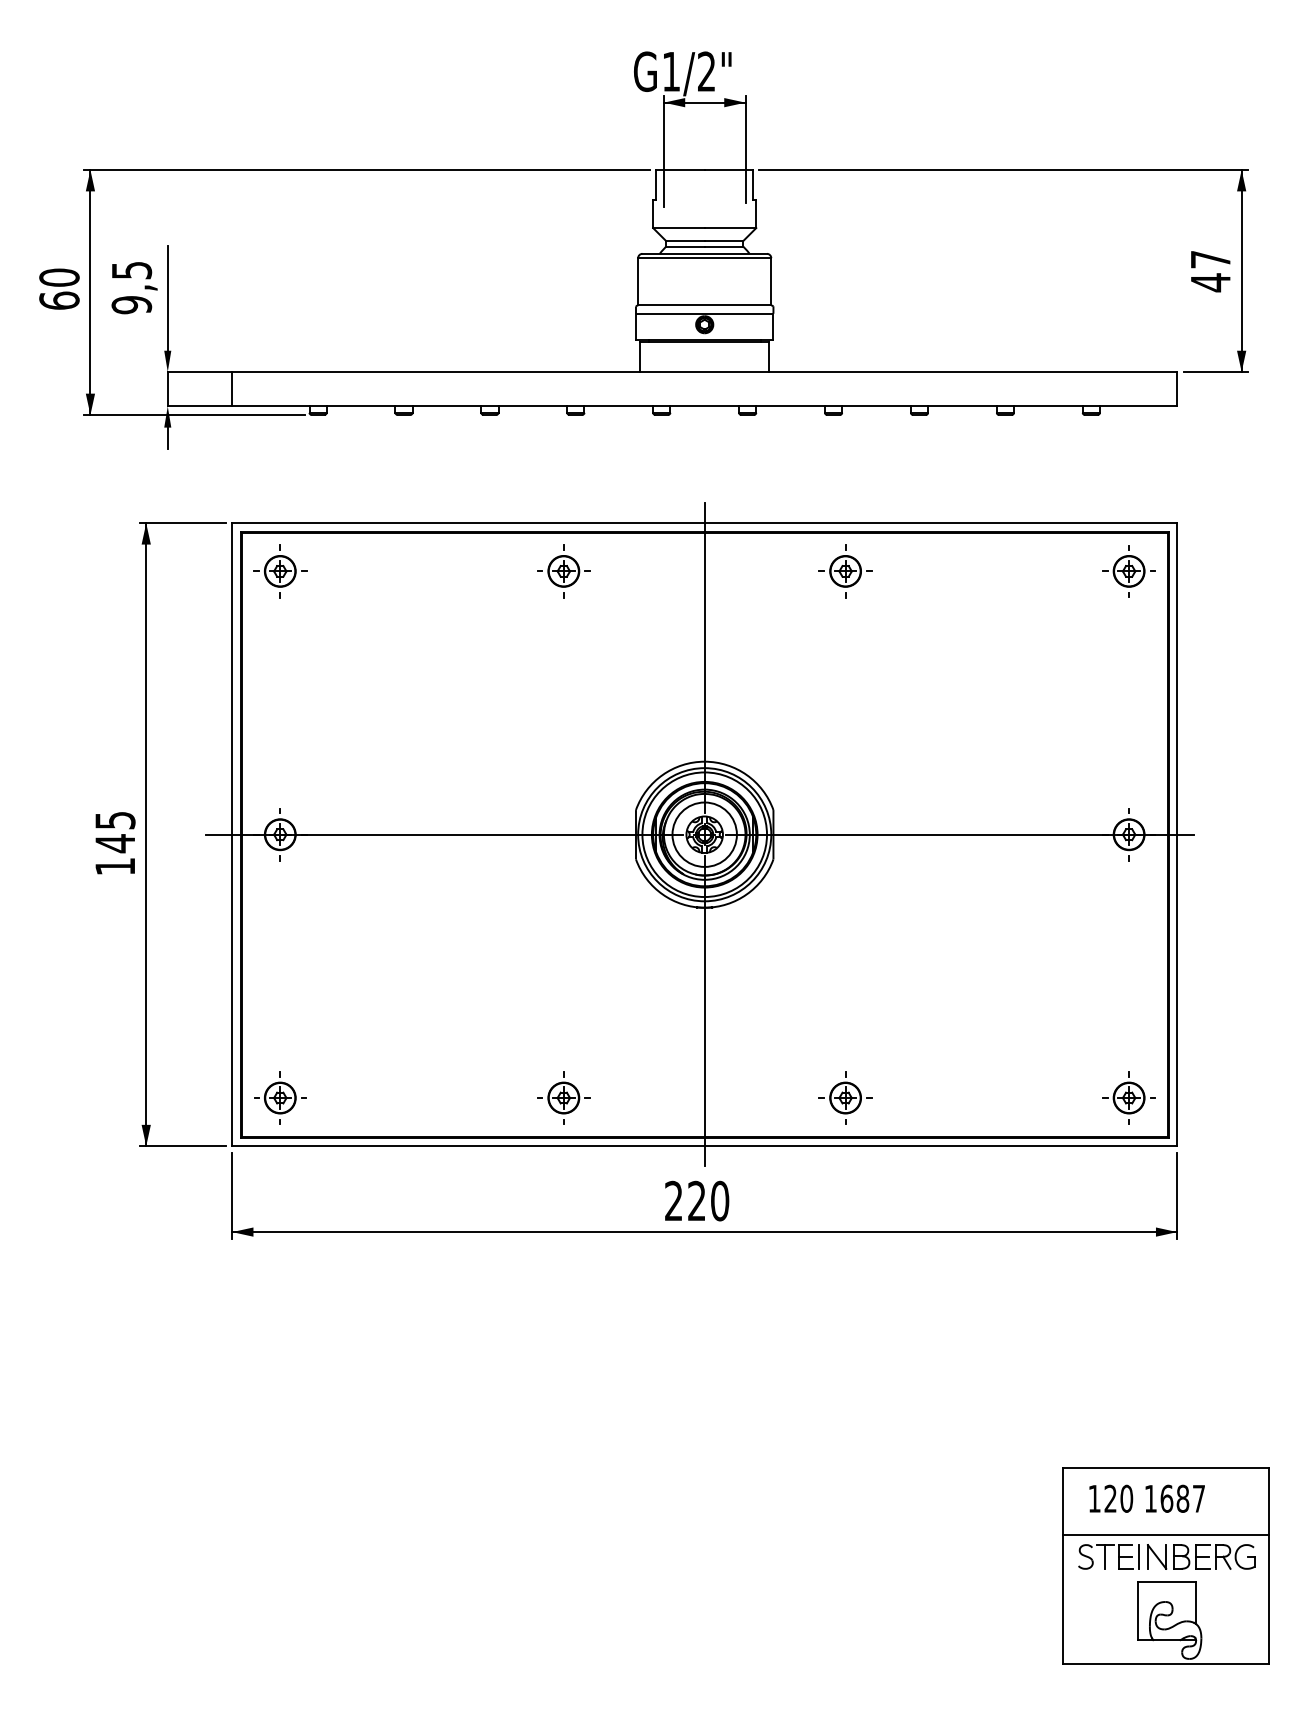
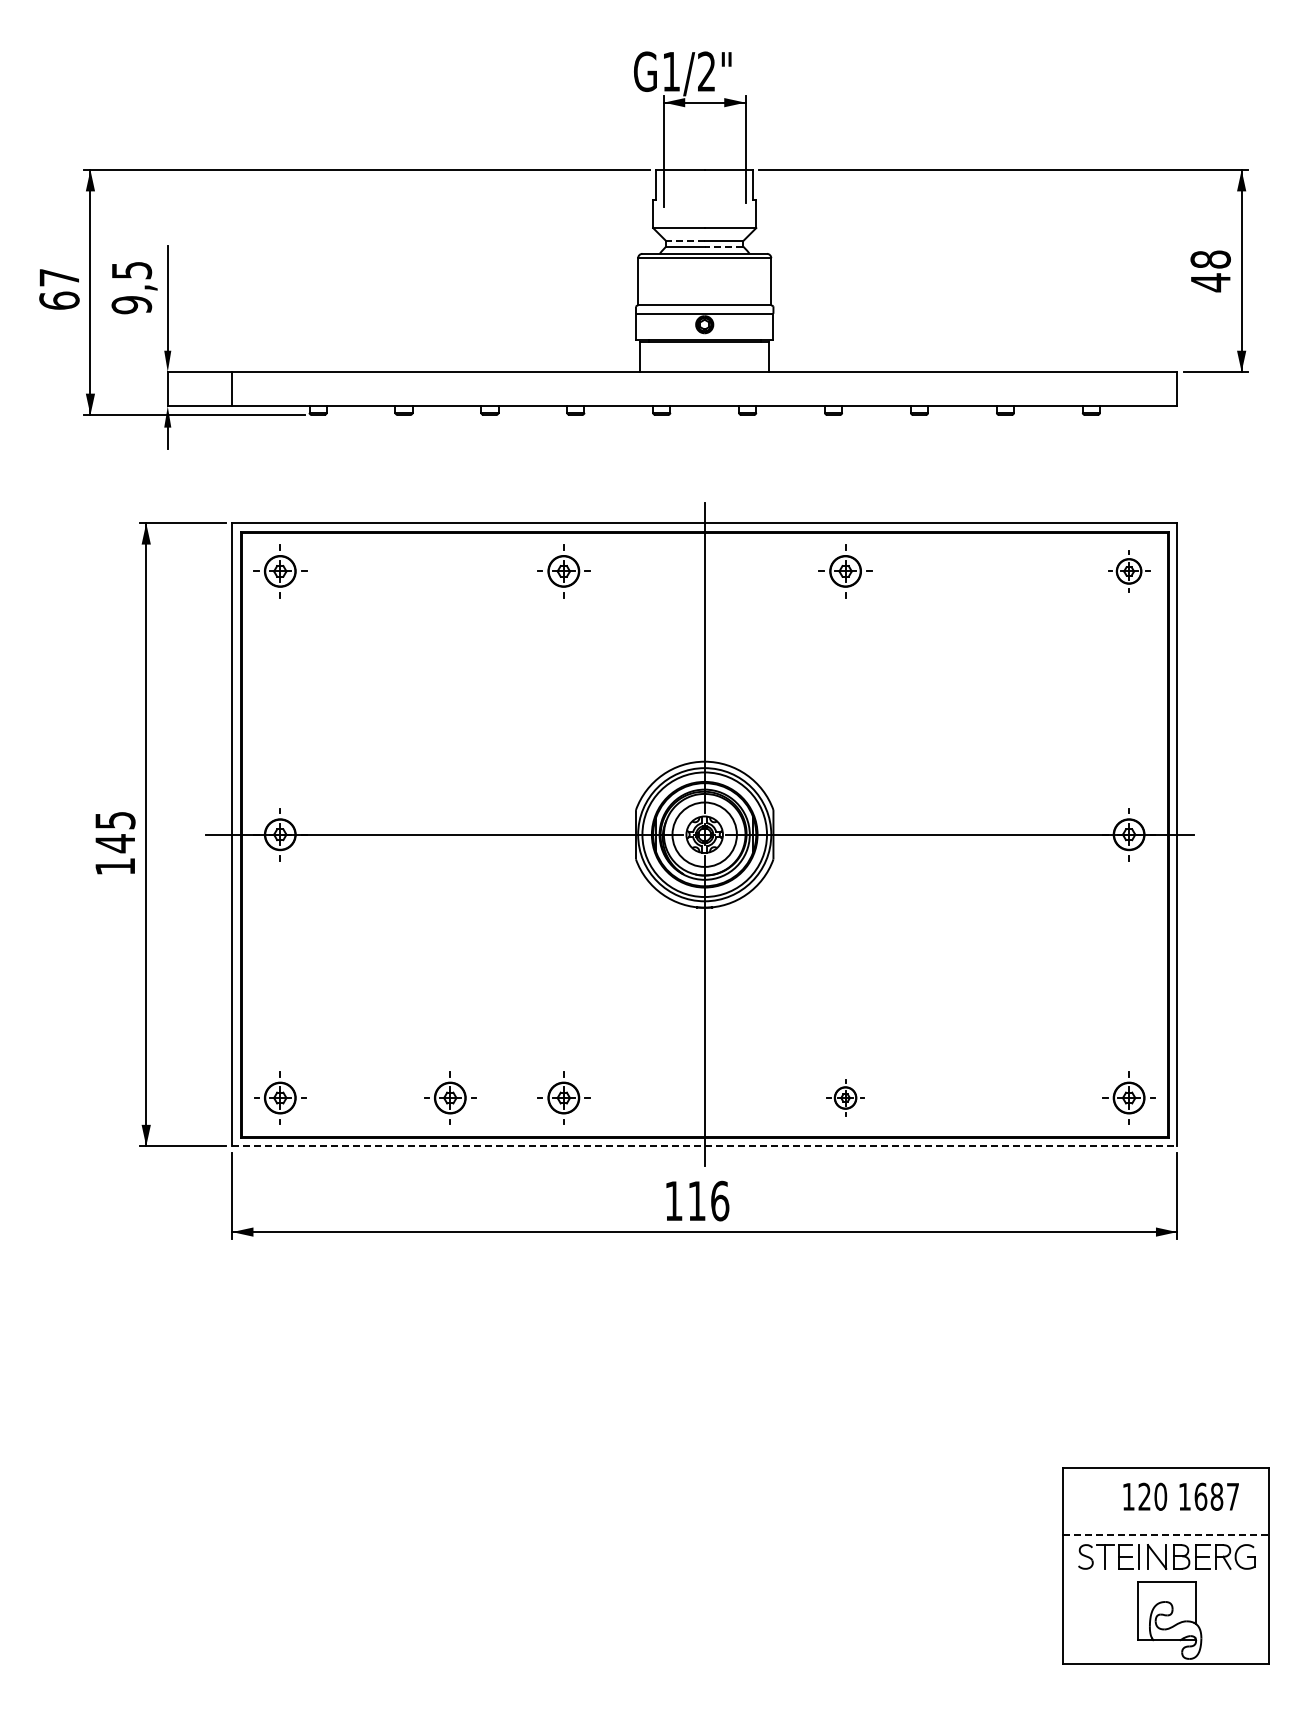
line at (684, 240): solid -> dashed
line at (723, 246): solid -> dashed
text at (1210, 259): 47 -> 48
text at (59, 277): 60 -> 67
part at (1128, 571) size: 54x53 px -> 43x43 px
part at (450, 1097): none -> present
part at (845, 1097) size: 55x54 px -> 39x38 px
line at (704, 1146): solid -> dashed
text at (697, 1200): 220 -> 116
text at (1146, 1498) position: (1146, 1498) -> (1180, 1496)
line at (1166, 1534): solid -> dashed
